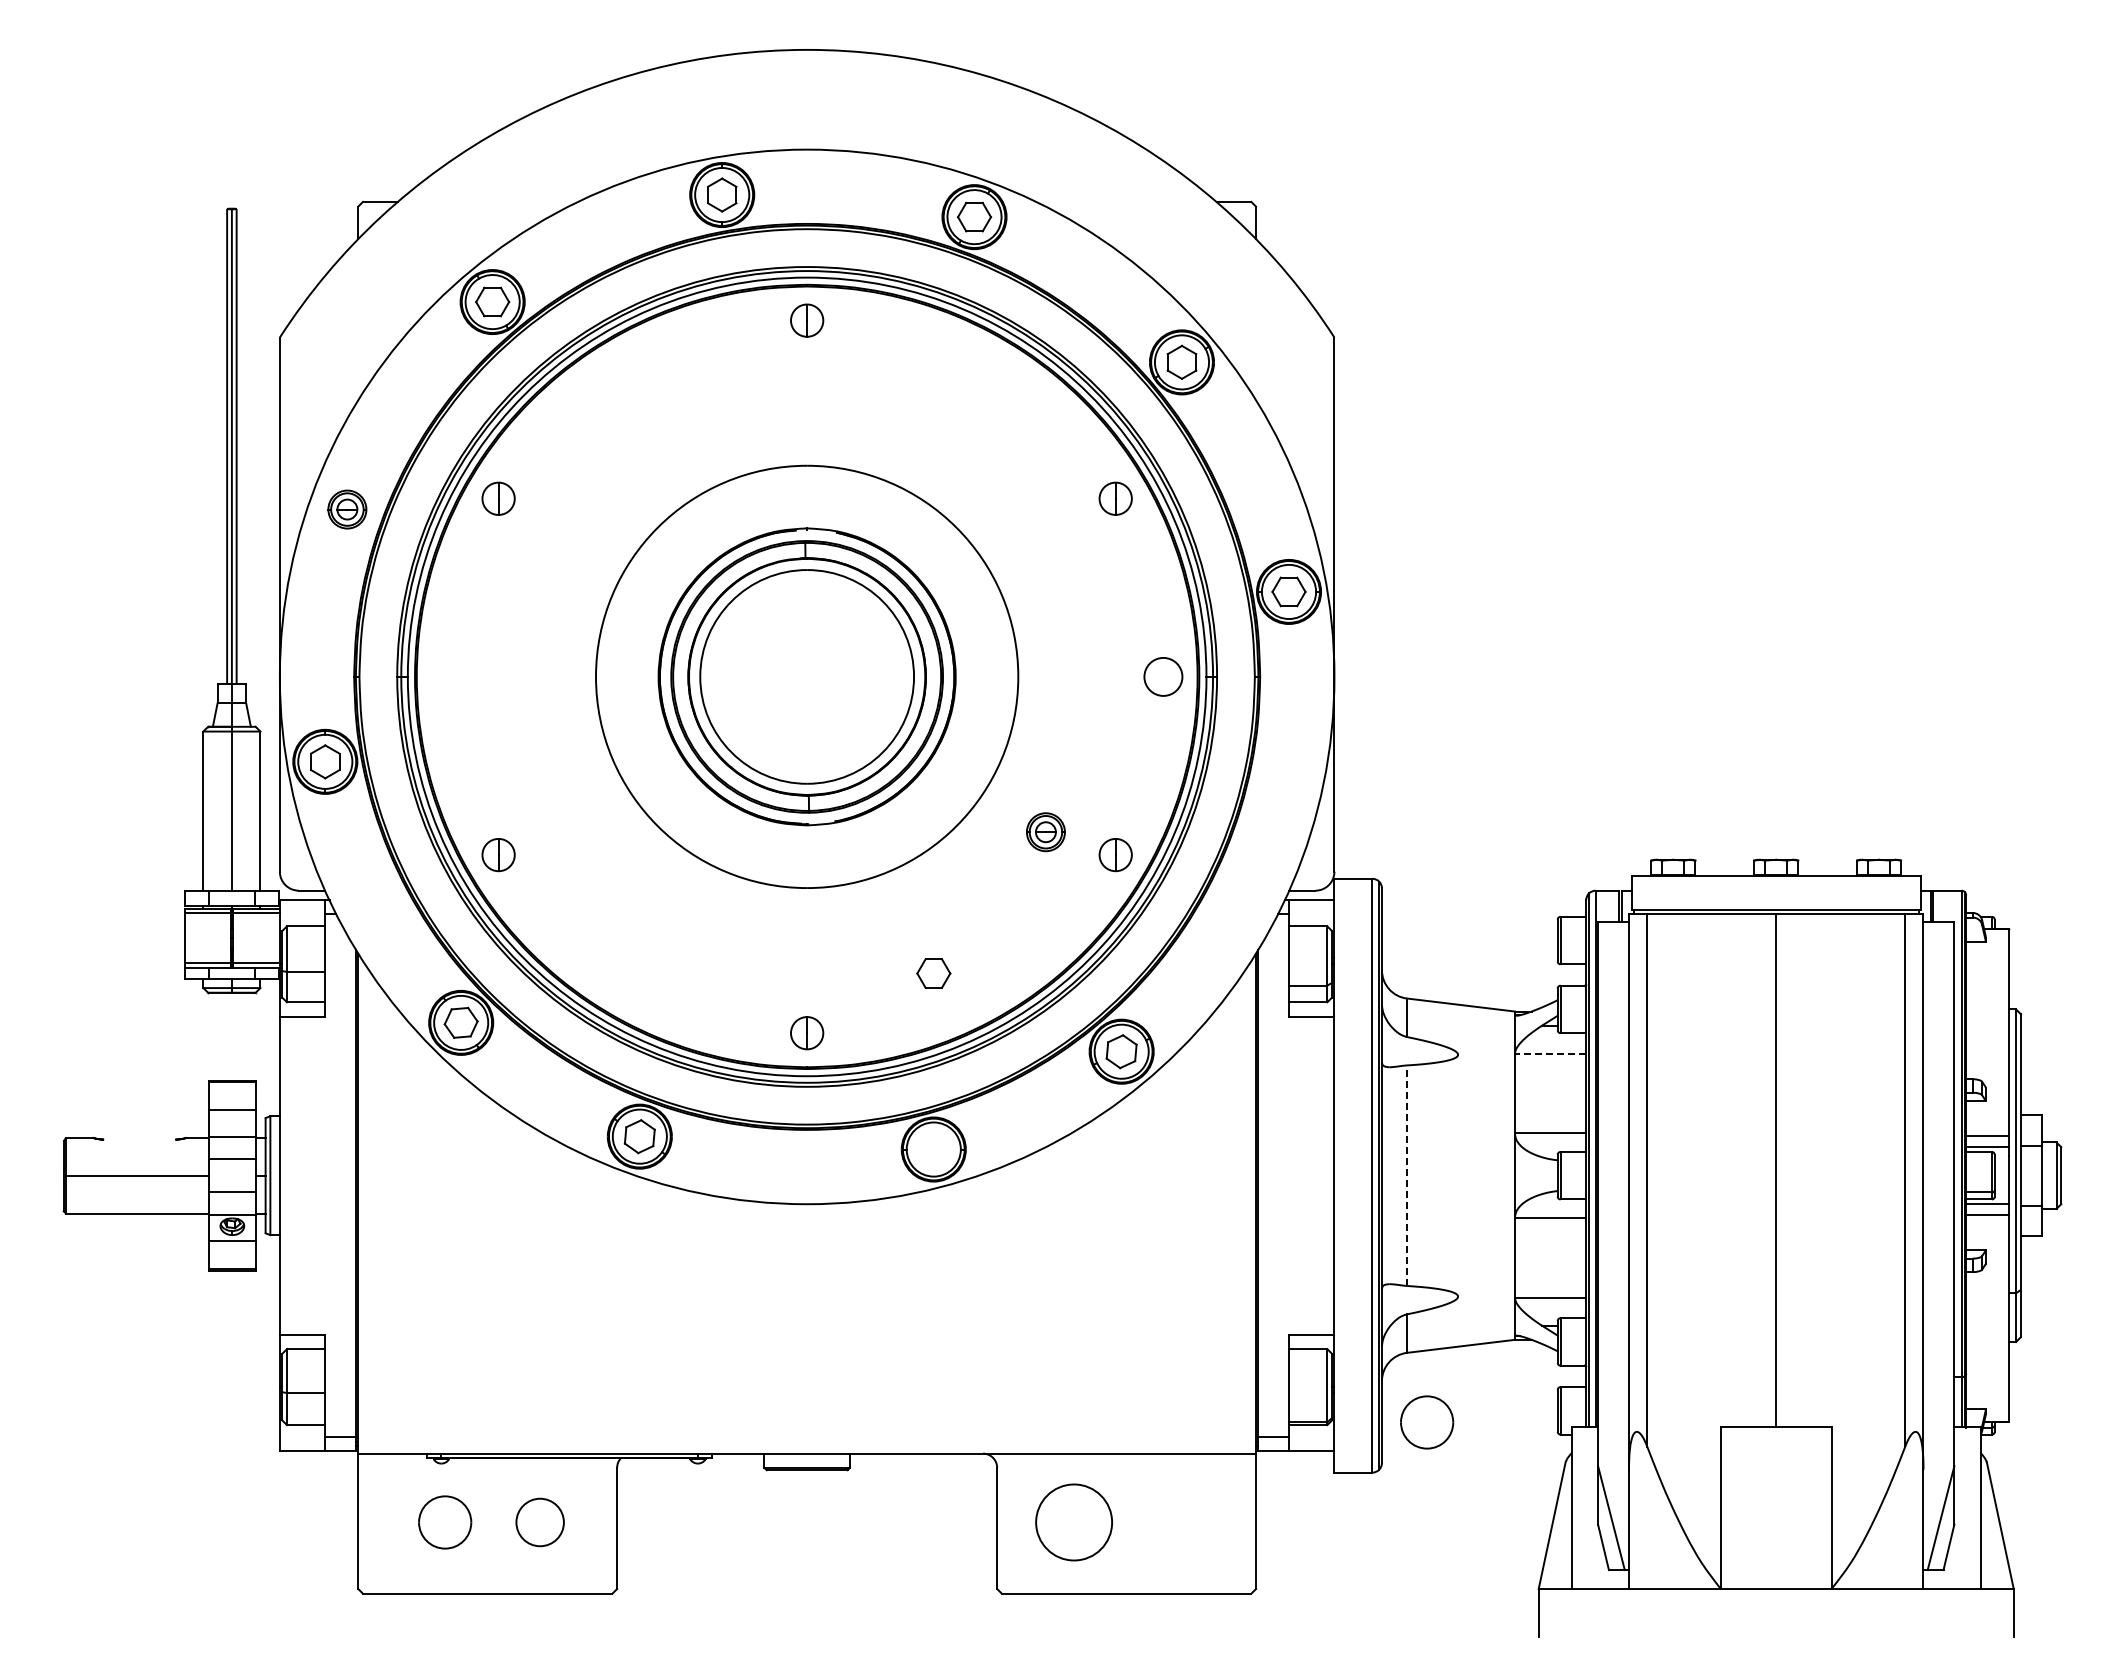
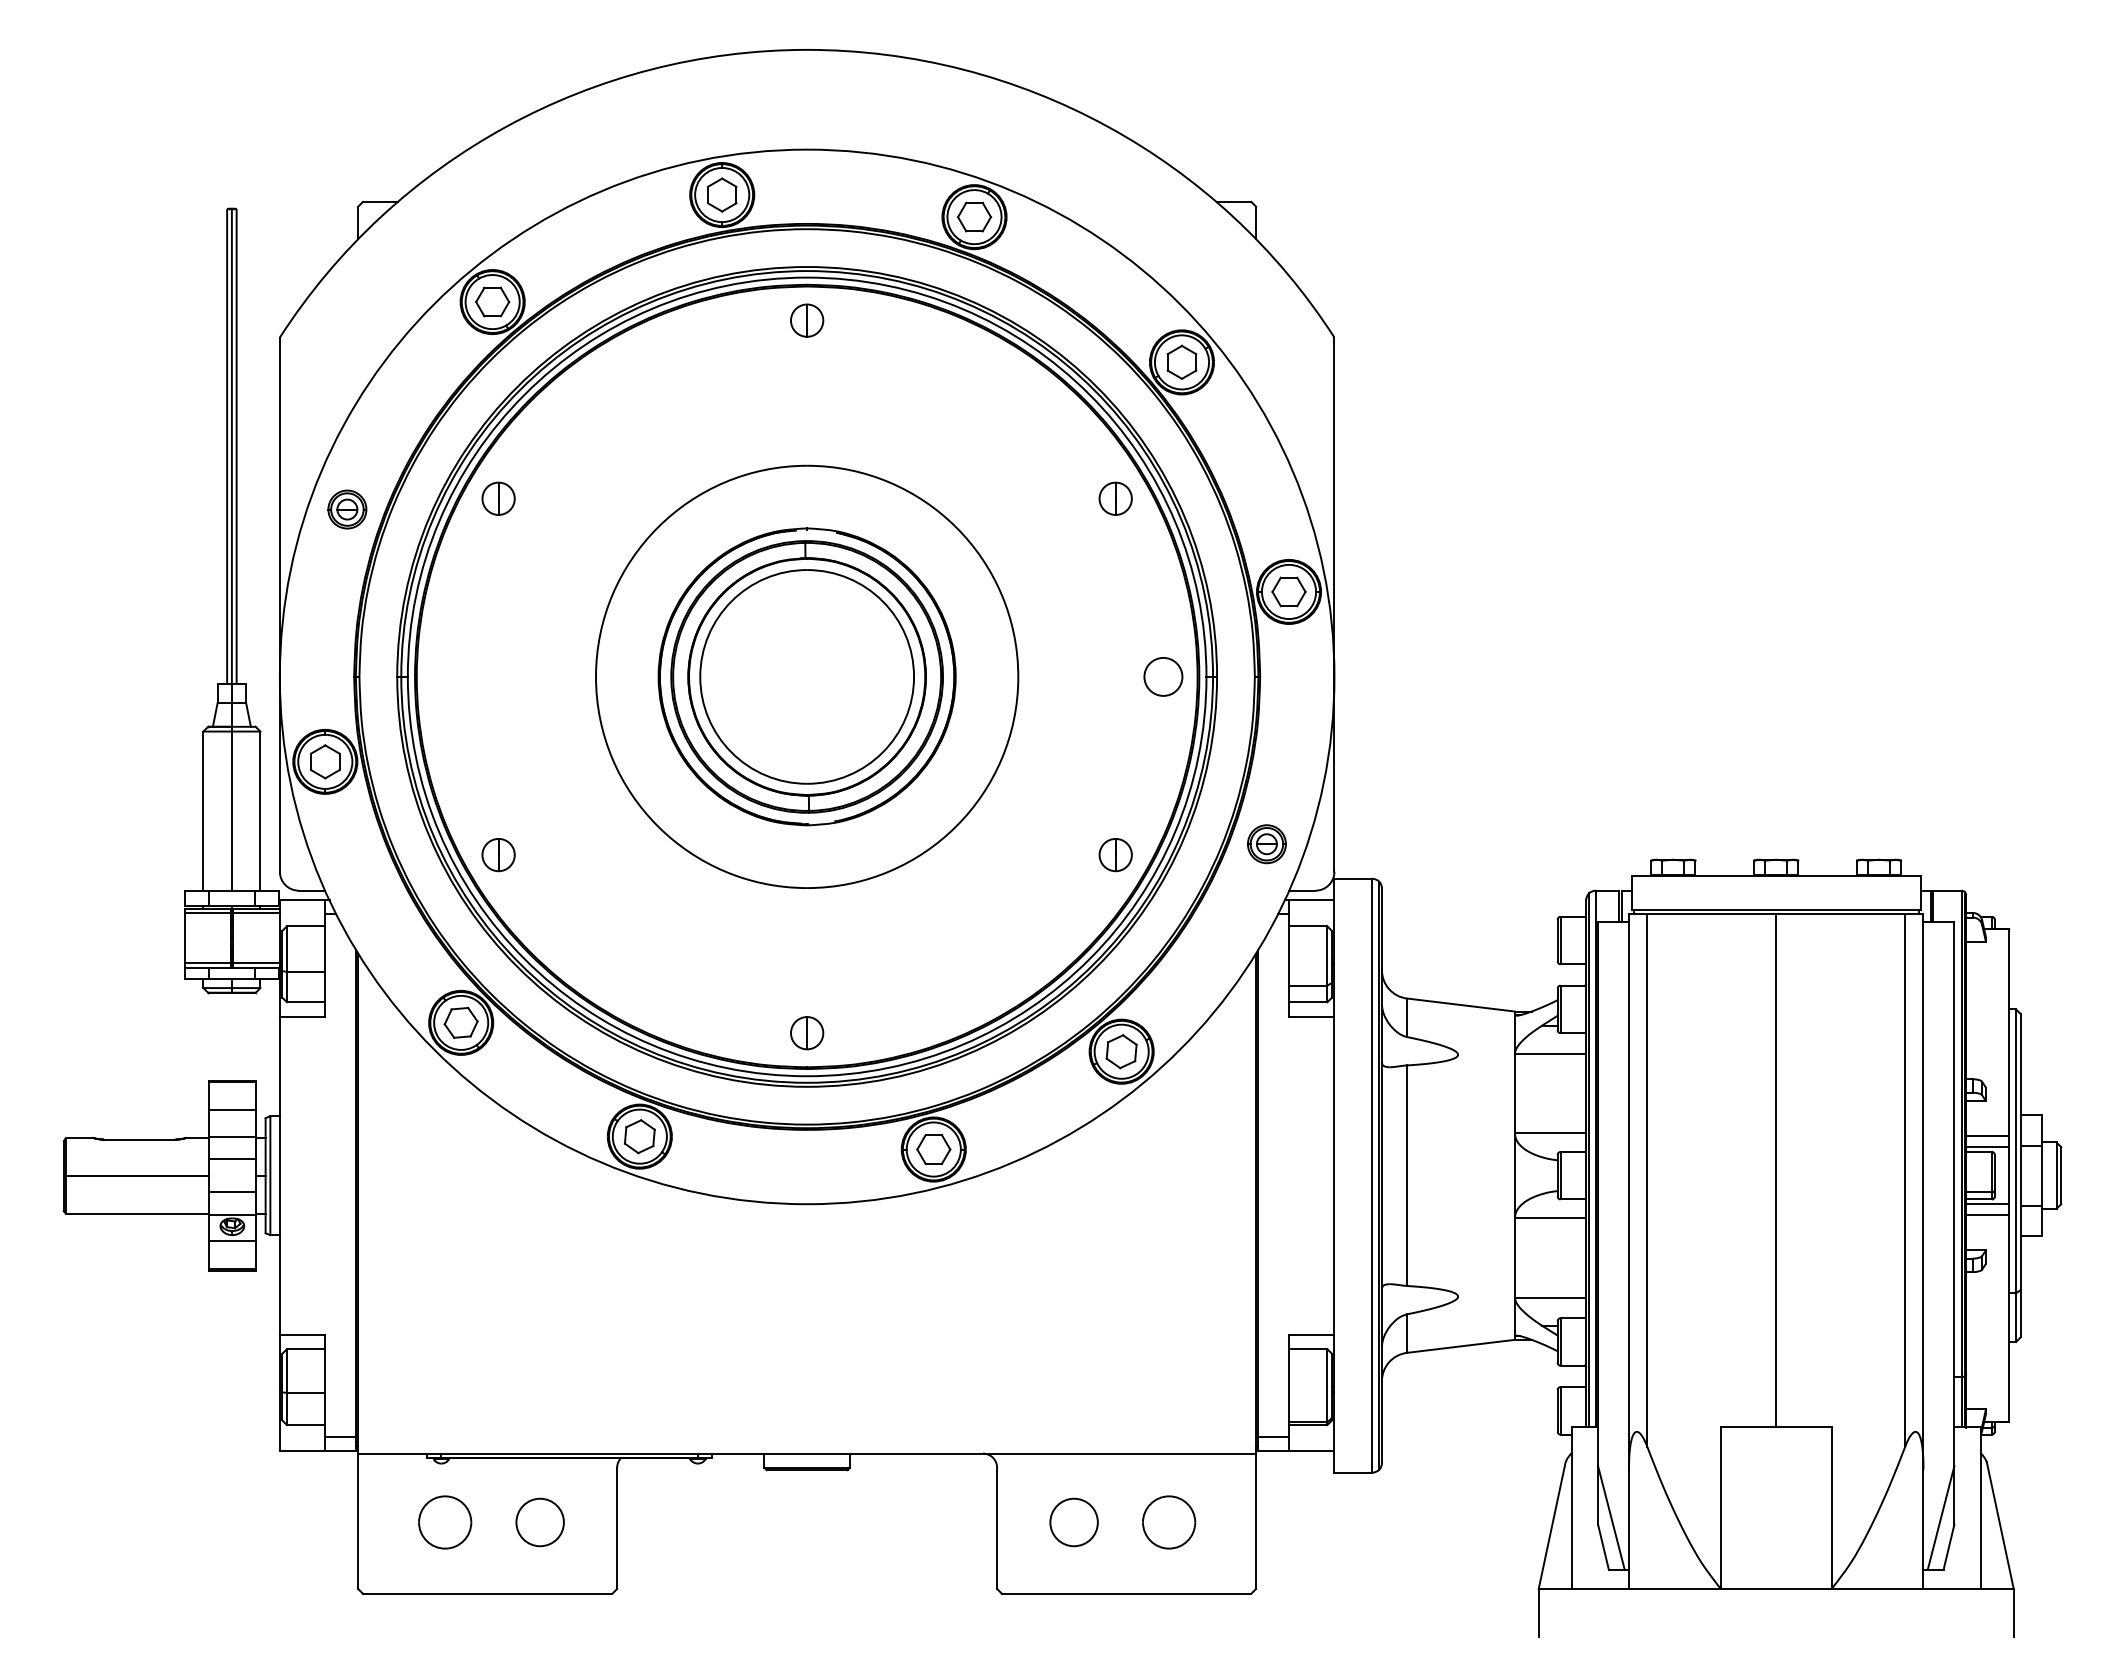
part at (1045, 832) position: (1045, 832) -> (1266, 844)
part at (933, 973) position: (933, 973) -> (933, 1149)
line at (1550, 1053): dashed -> solid
line at (139, 1139): none -> present
line at (1407, 1175): dashed -> solid
part at (1427, 1422) position: (1427, 1422) -> (1169, 1522)
circle at (1074, 1522) diameter: 76 px -> 48 px
